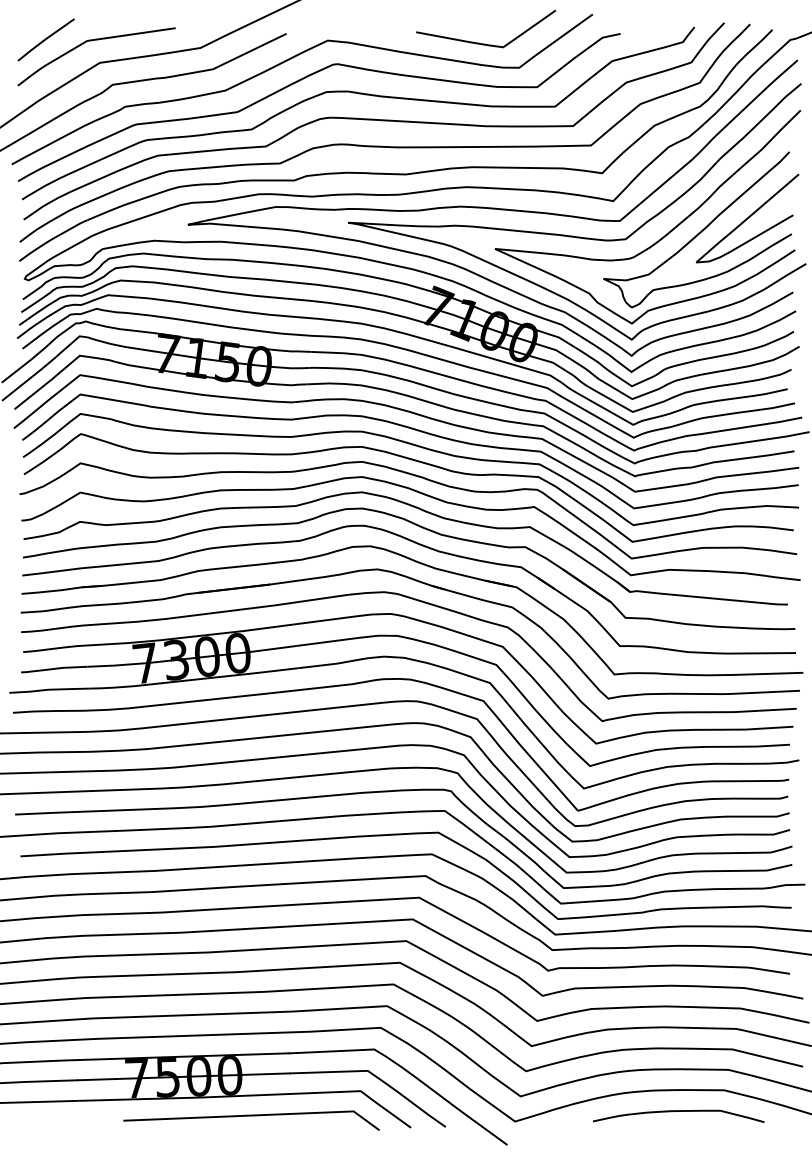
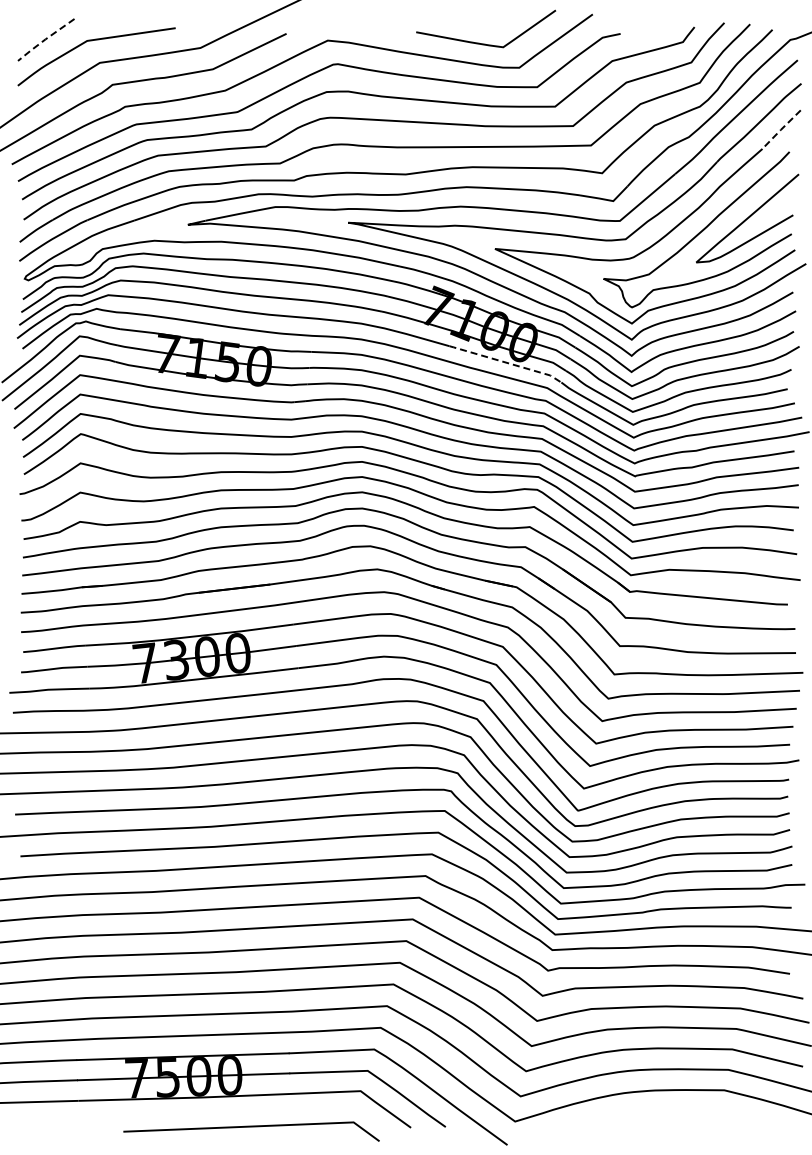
line at (45, 39): solid -> dashed
line at (780, 129): solid -> dashed
line at (506, 362): solid -> dashed
curve at (678, 1111): present -> none
line at (251, 1116) position: (251, 1116) -> (251, 1127)
